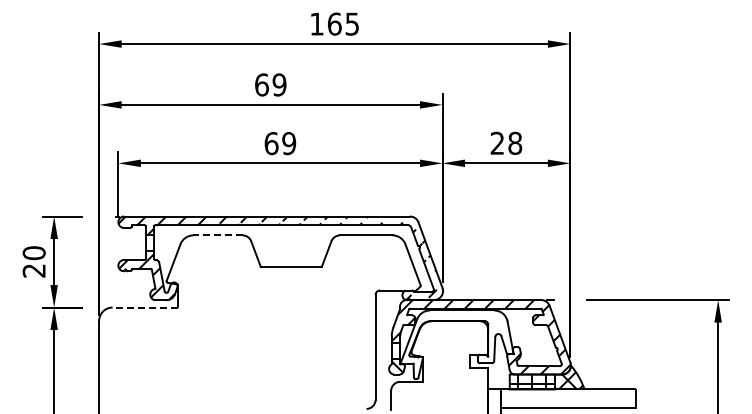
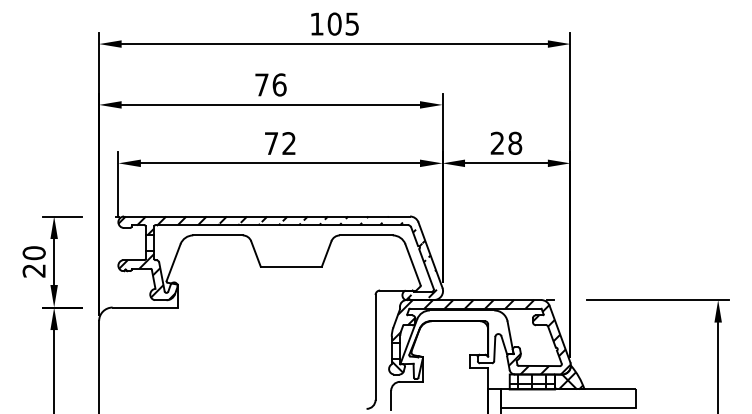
text at (334, 23): 165 -> 105
text at (270, 84): 69 -> 76
text at (280, 143): 69 -> 72
line at (218, 235): dashed -> solid
line at (145, 307): dashed -> solid
